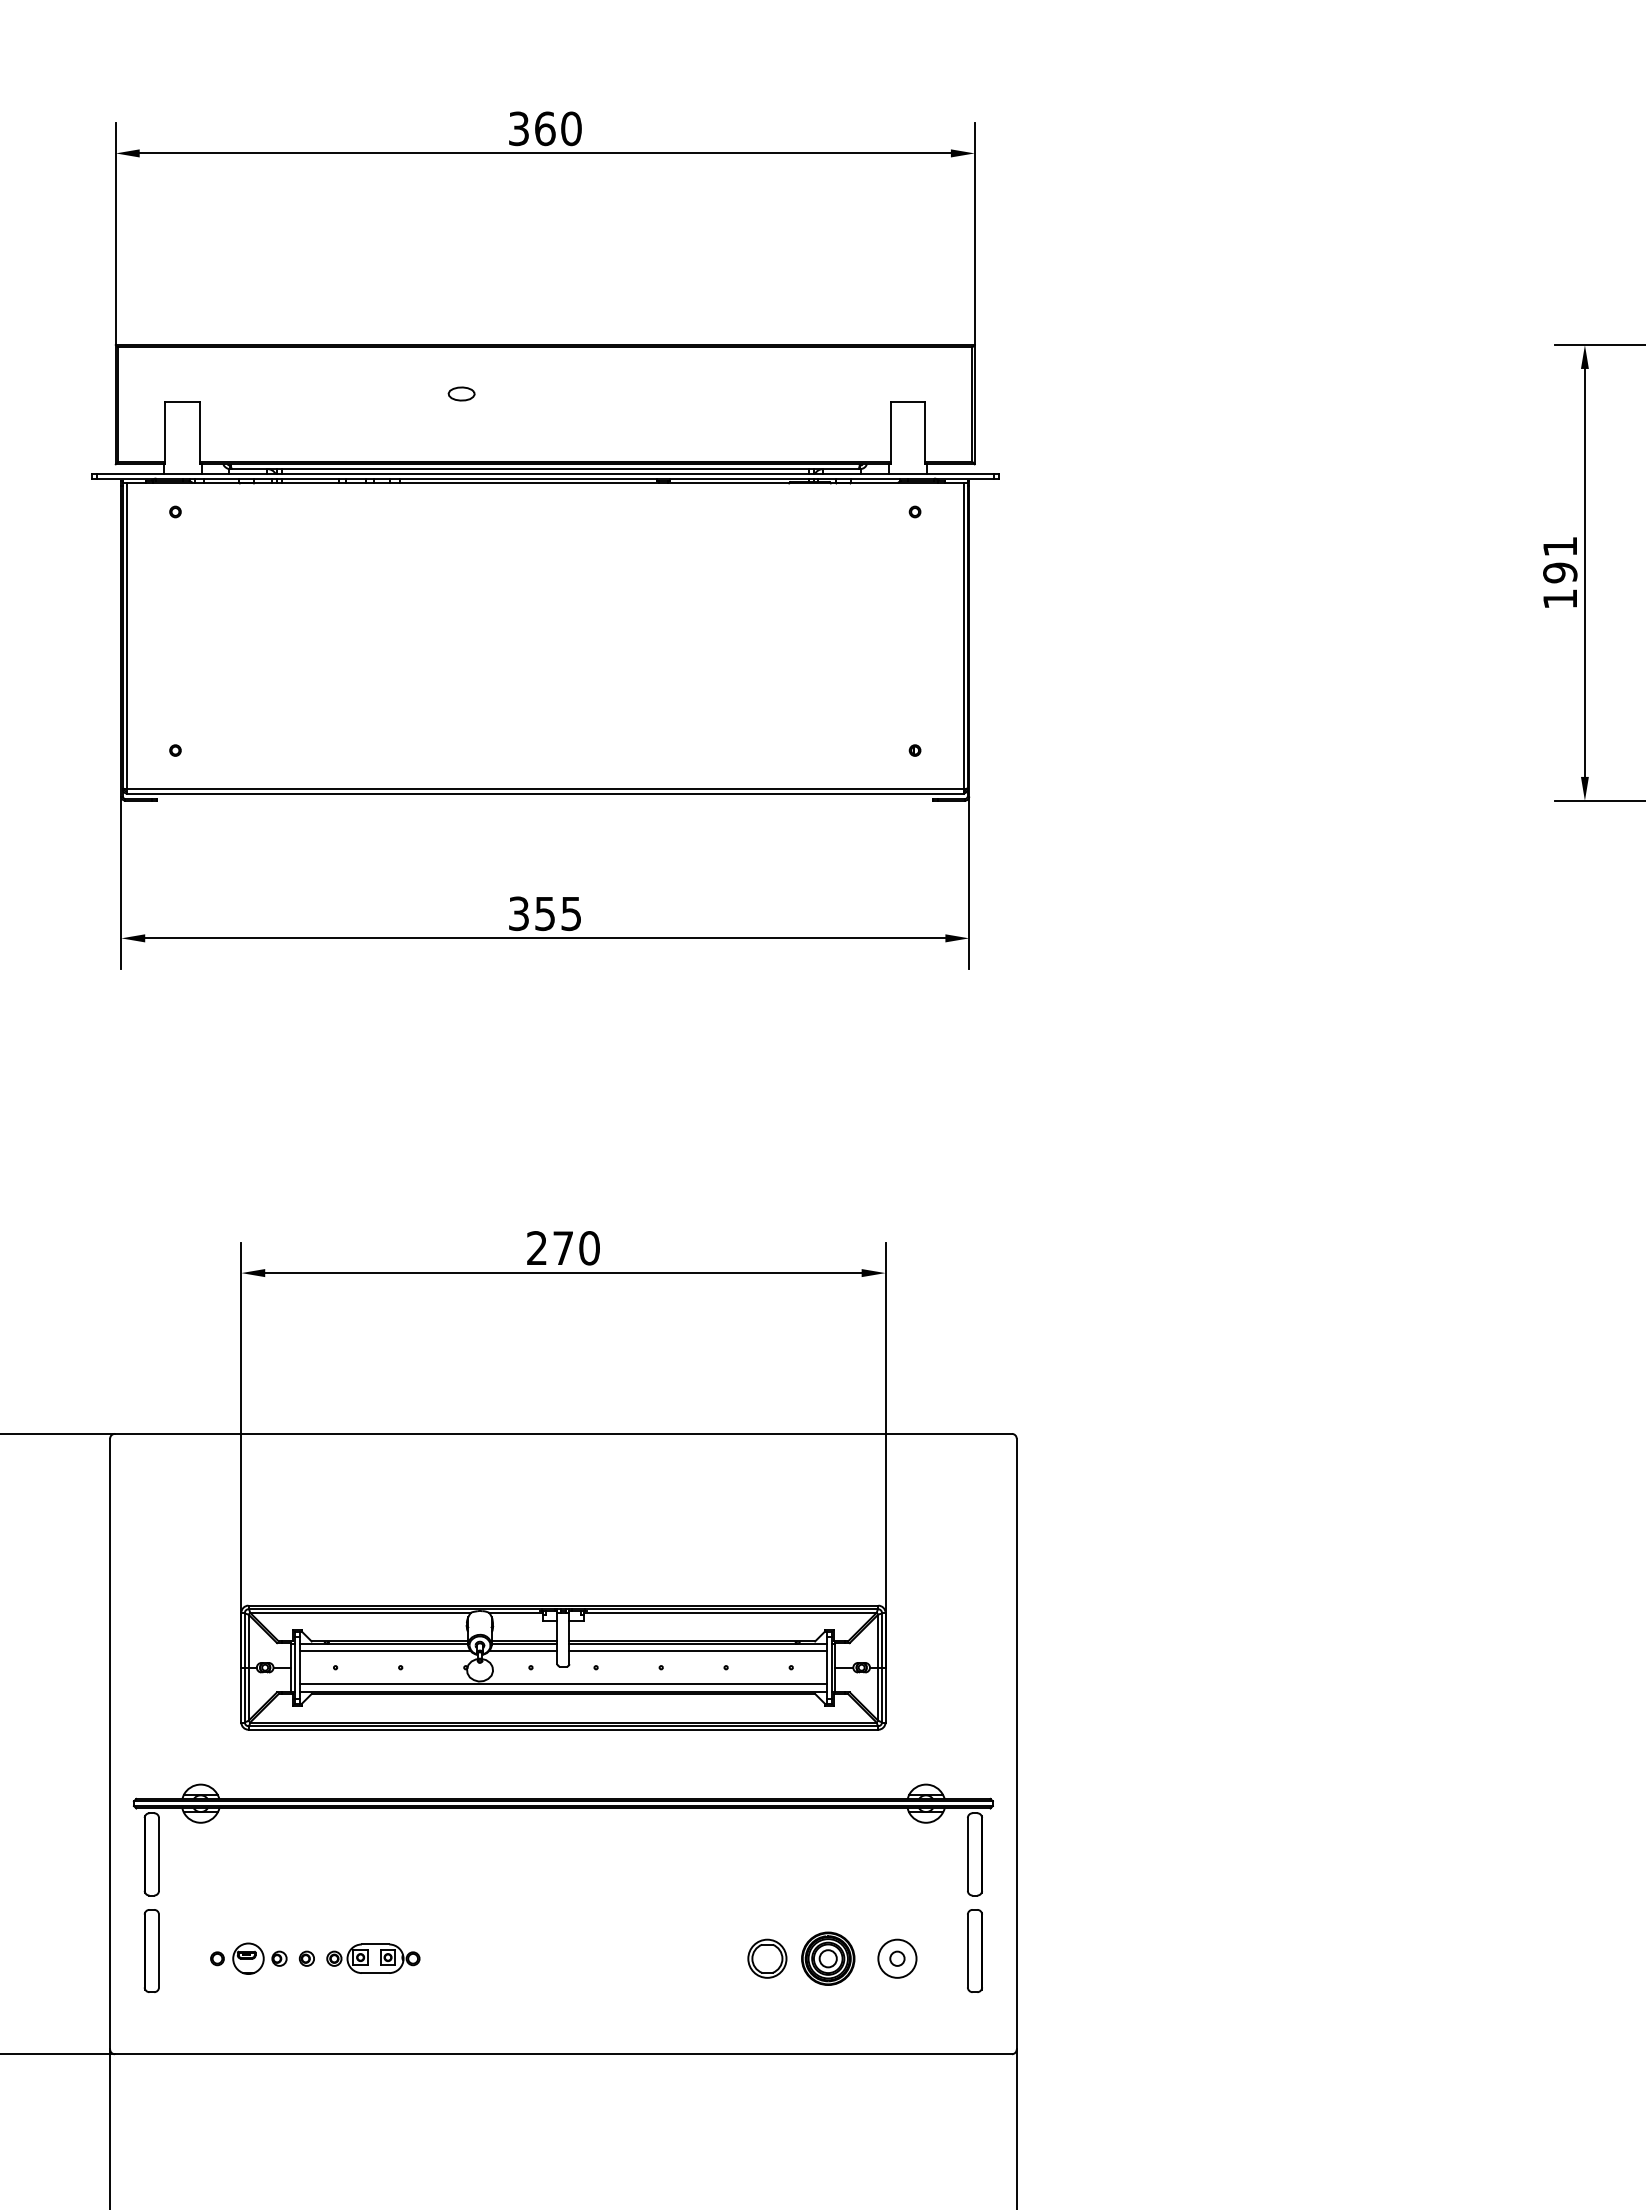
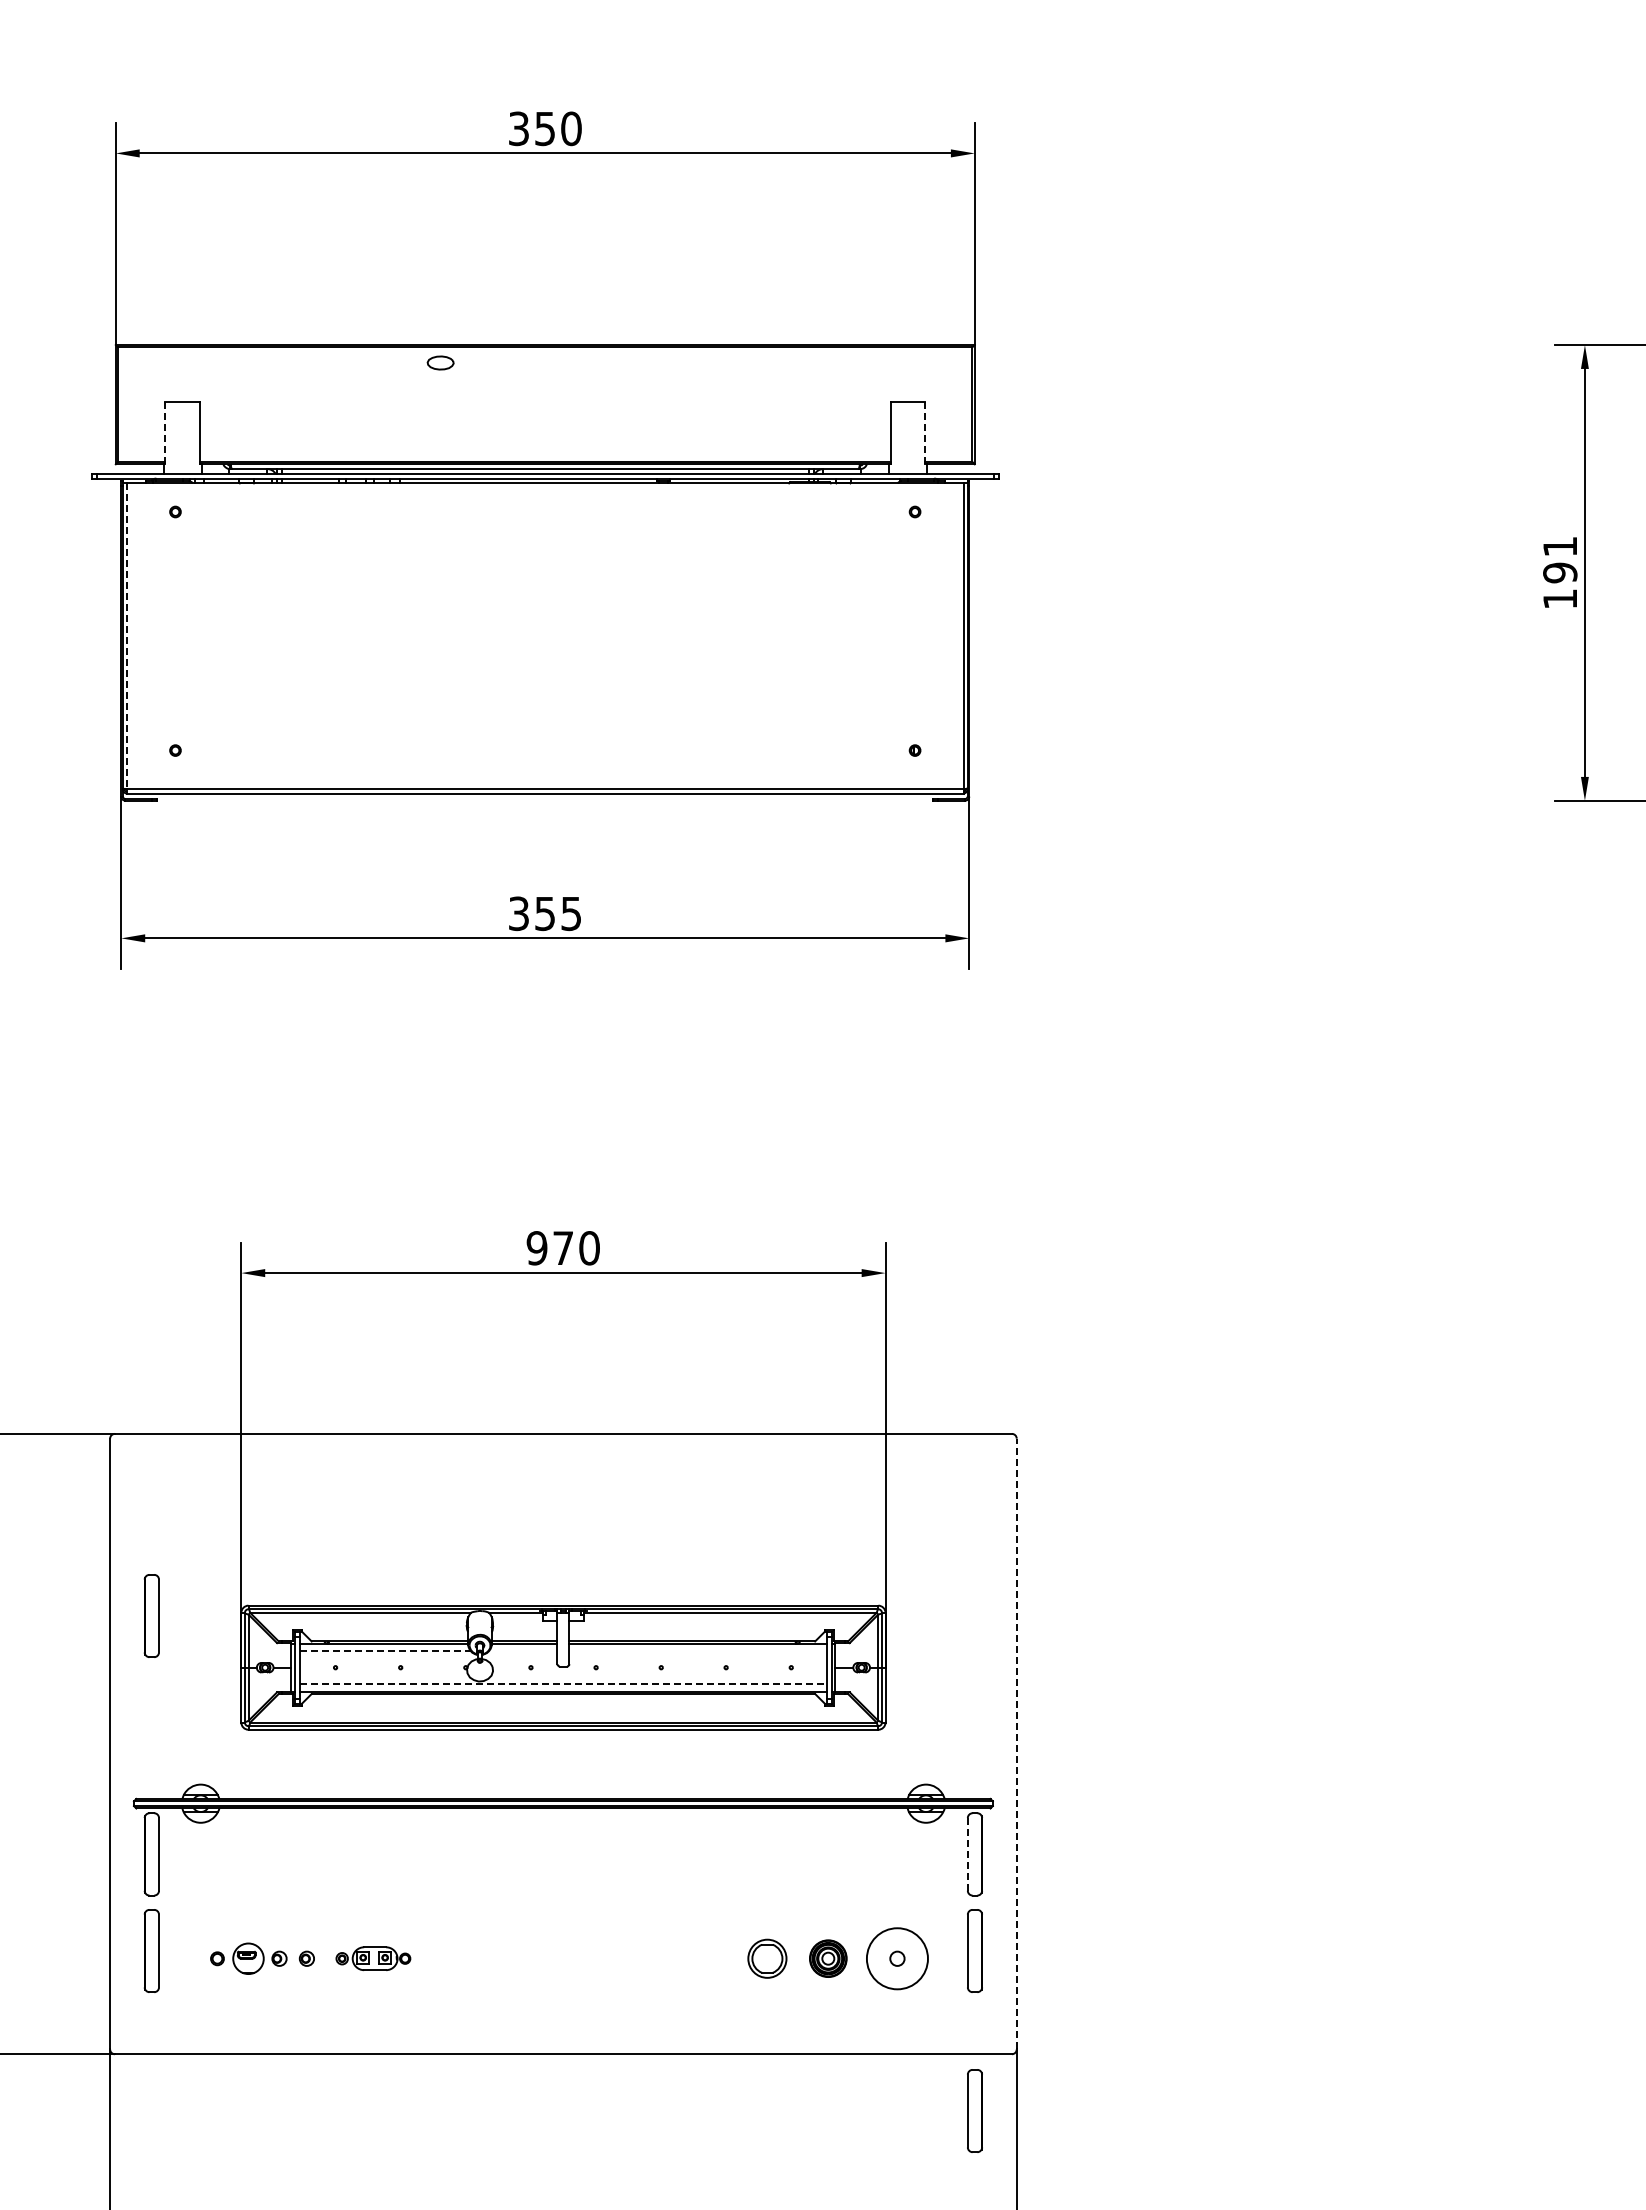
text at (545, 128): 360 -> 350
part at (461, 393) position: (461, 393) -> (440, 362)
line at (925, 432): solid -> dashed
line at (165, 433): solid -> dashed
line at (127, 636): solid -> dashed
text at (536, 1248): 270 -> 970
part at (151, 1615): none -> present
line at (385, 1651): solid -> dashed
line at (523, 1651): present -> none
line at (698, 1651): present -> none
line at (563, 1684): solid -> dashed
line at (1016, 1743): solid -> dashed
line at (967, 1854): solid -> dashed
part at (373, 1958) size: 95x31 px -> 77x26 px
part at (828, 1958) size: 55x55 px -> 39x39 px
circle at (897, 1958) diameter: 38 px -> 61 px
part at (974, 2110): none -> present
